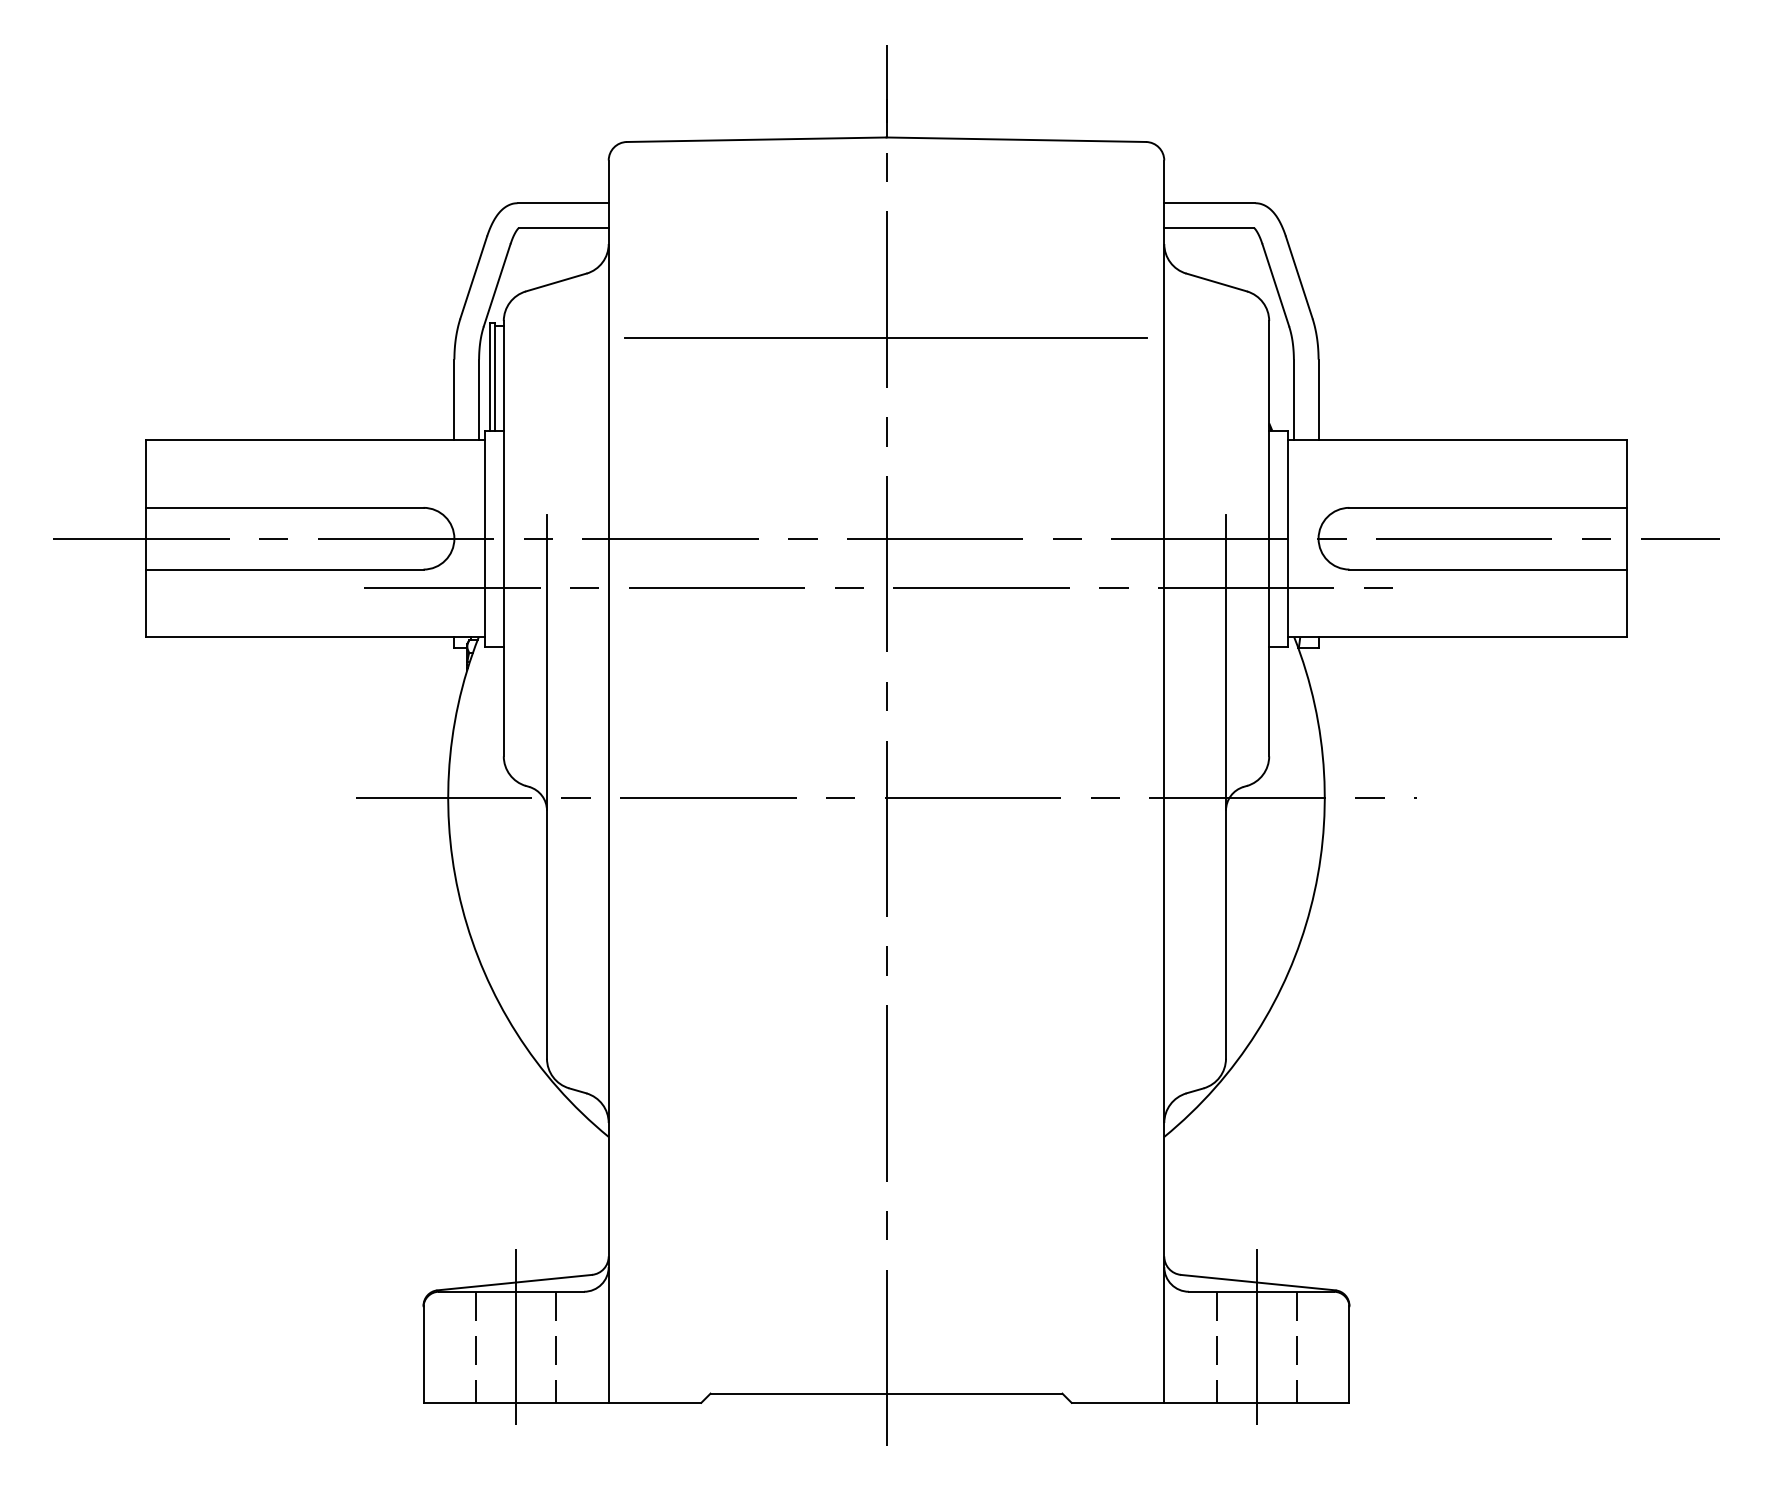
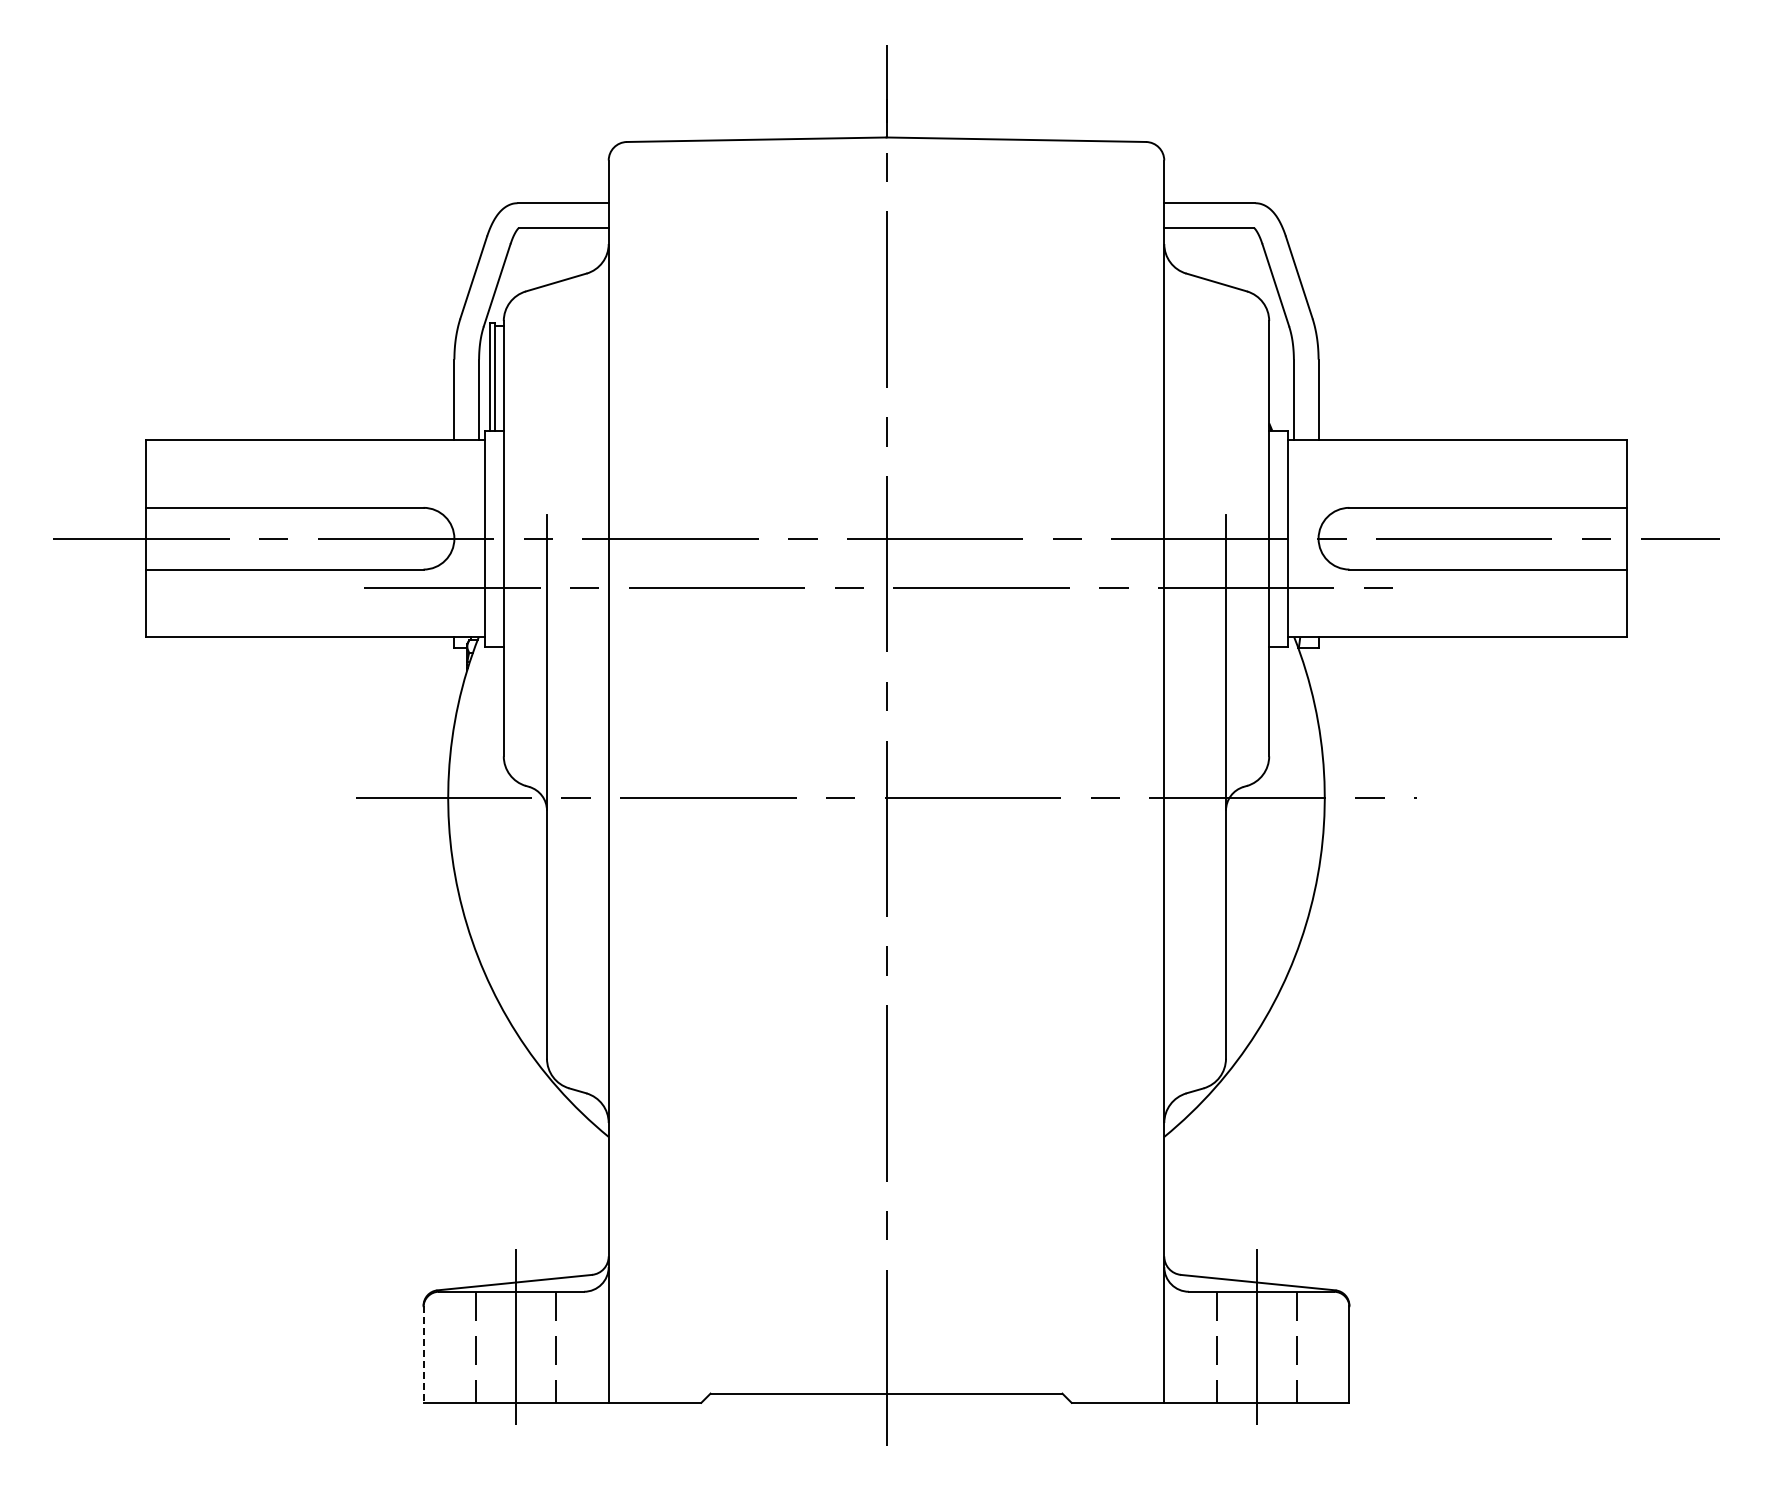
line at (885, 338): present -> none
line at (423, 1354): solid -> dashed
